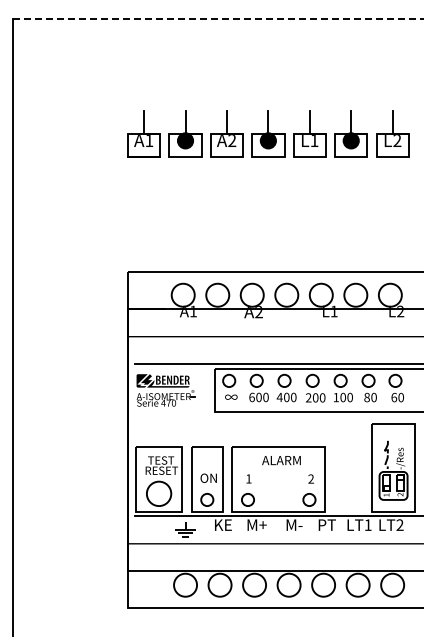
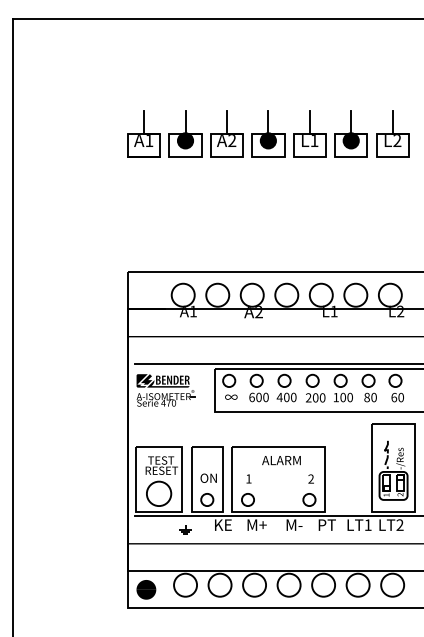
line at (218, 19): dashed -> solid
part at (185, 529) size: 21x16 px -> 13x10 px
part at (146, 589): none -> present
